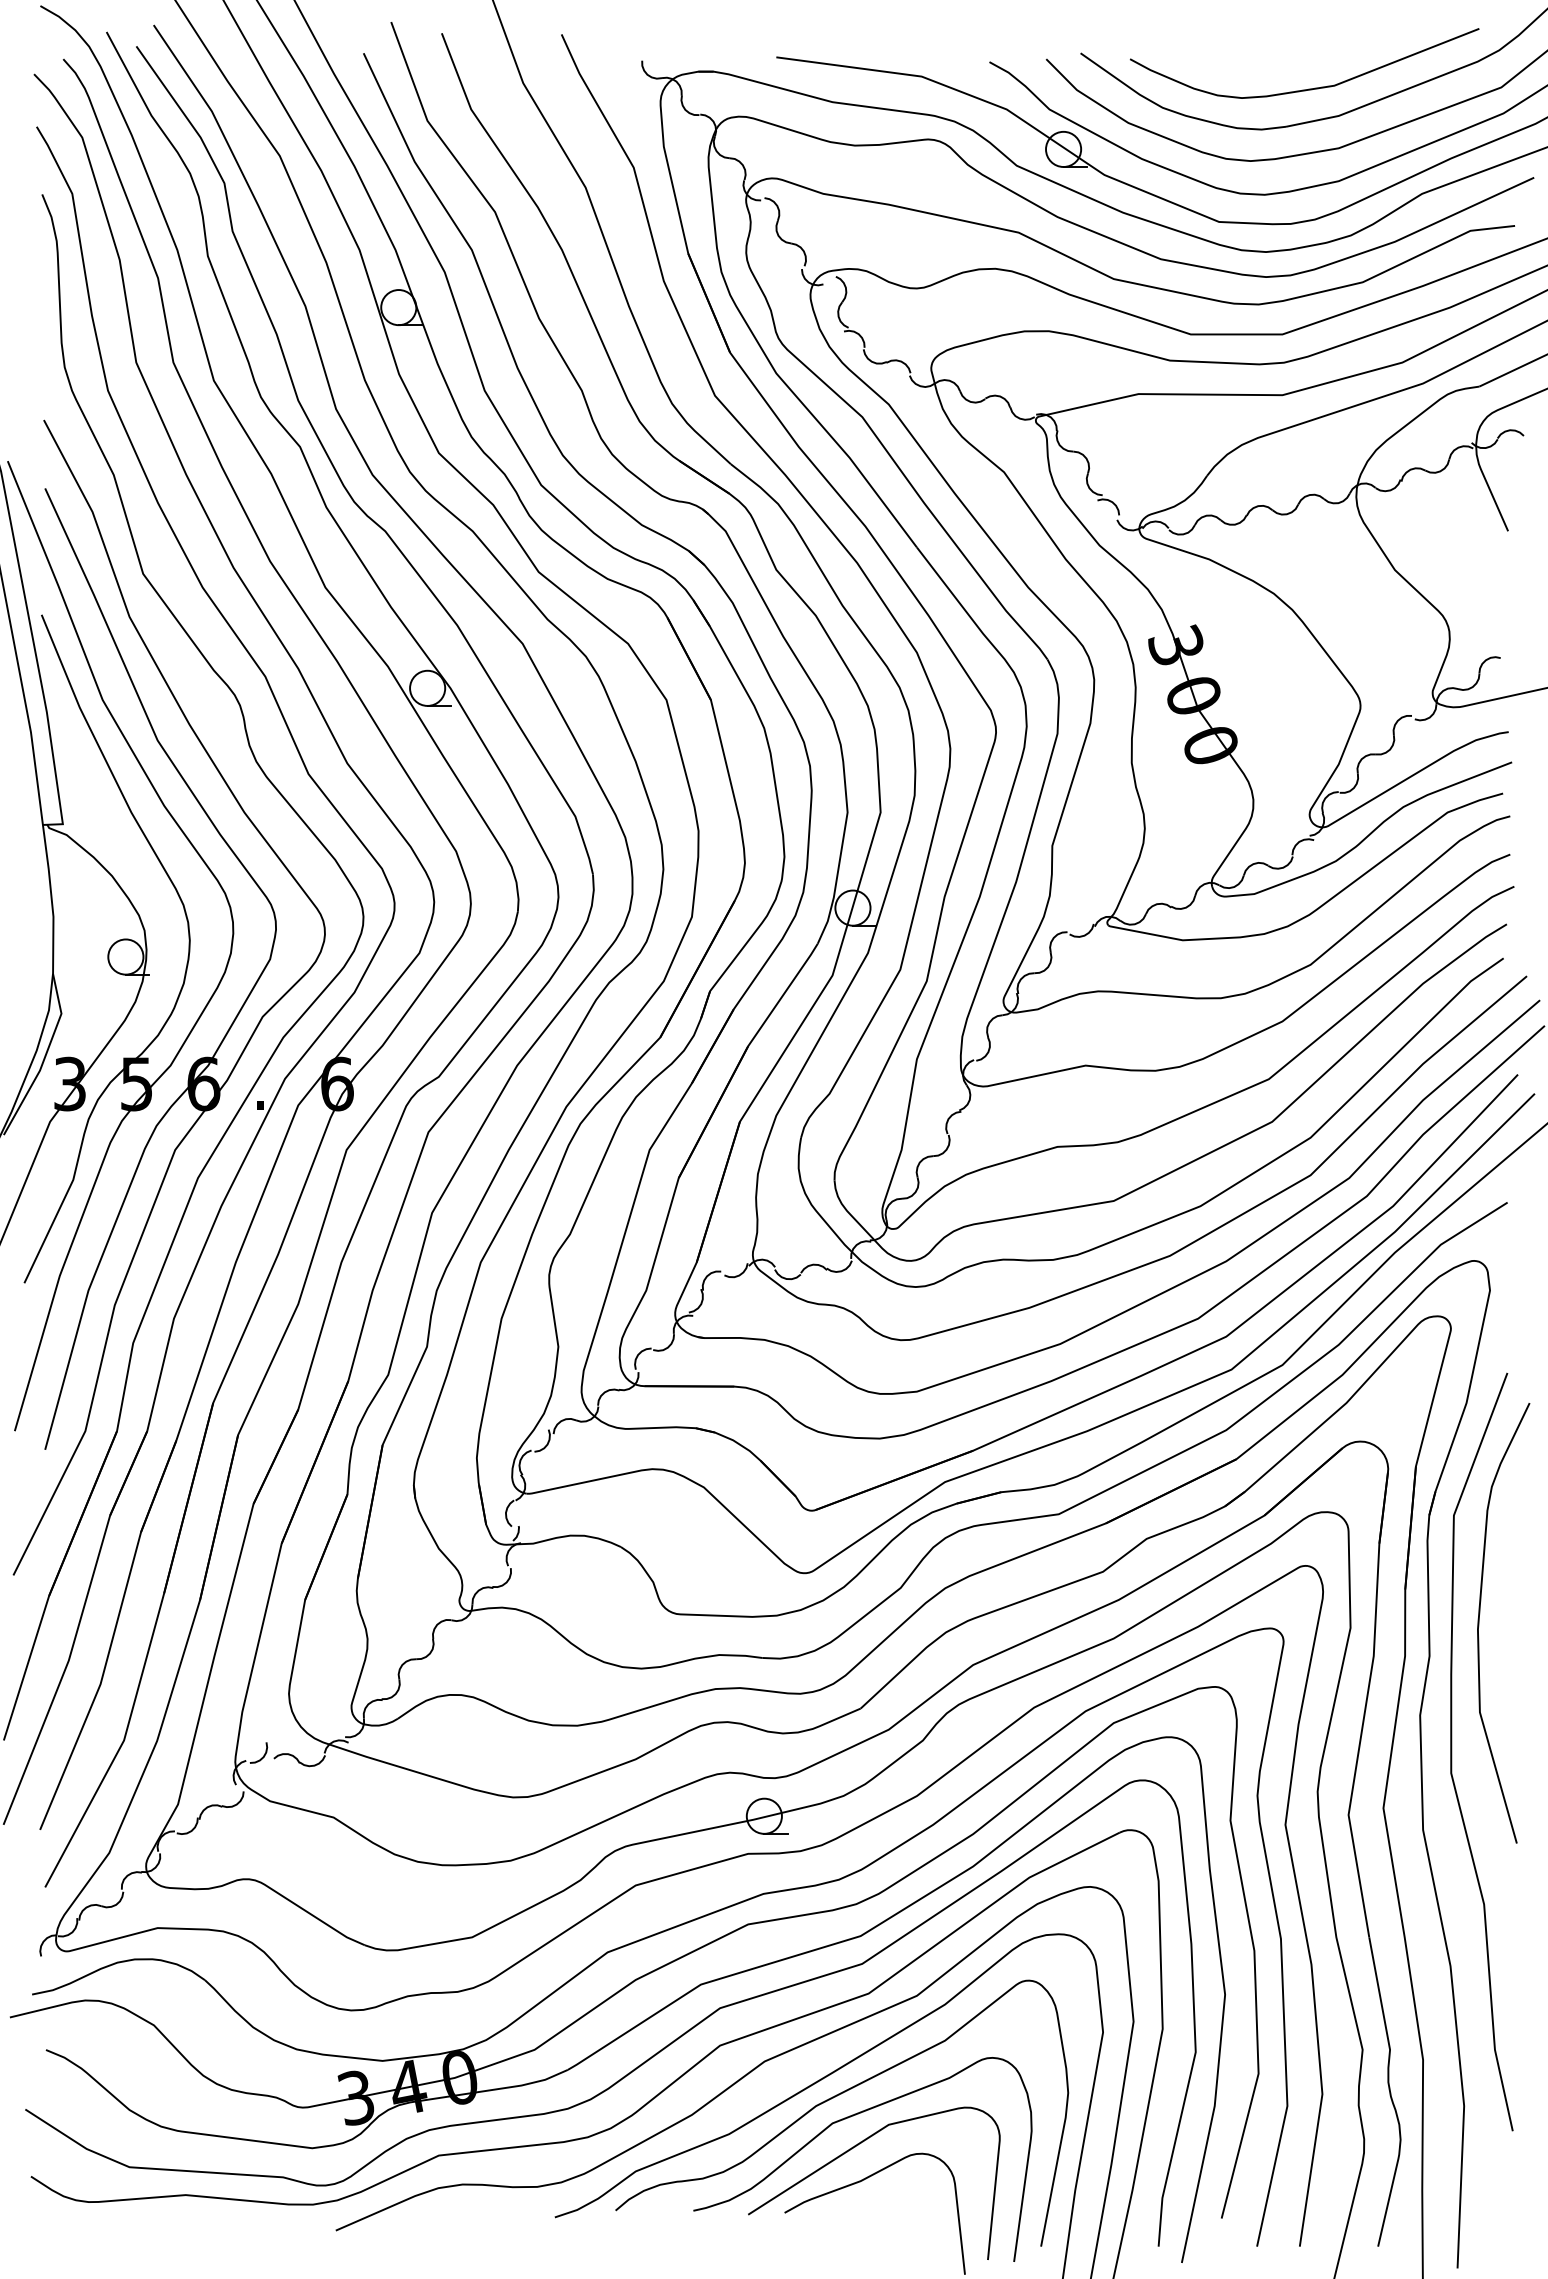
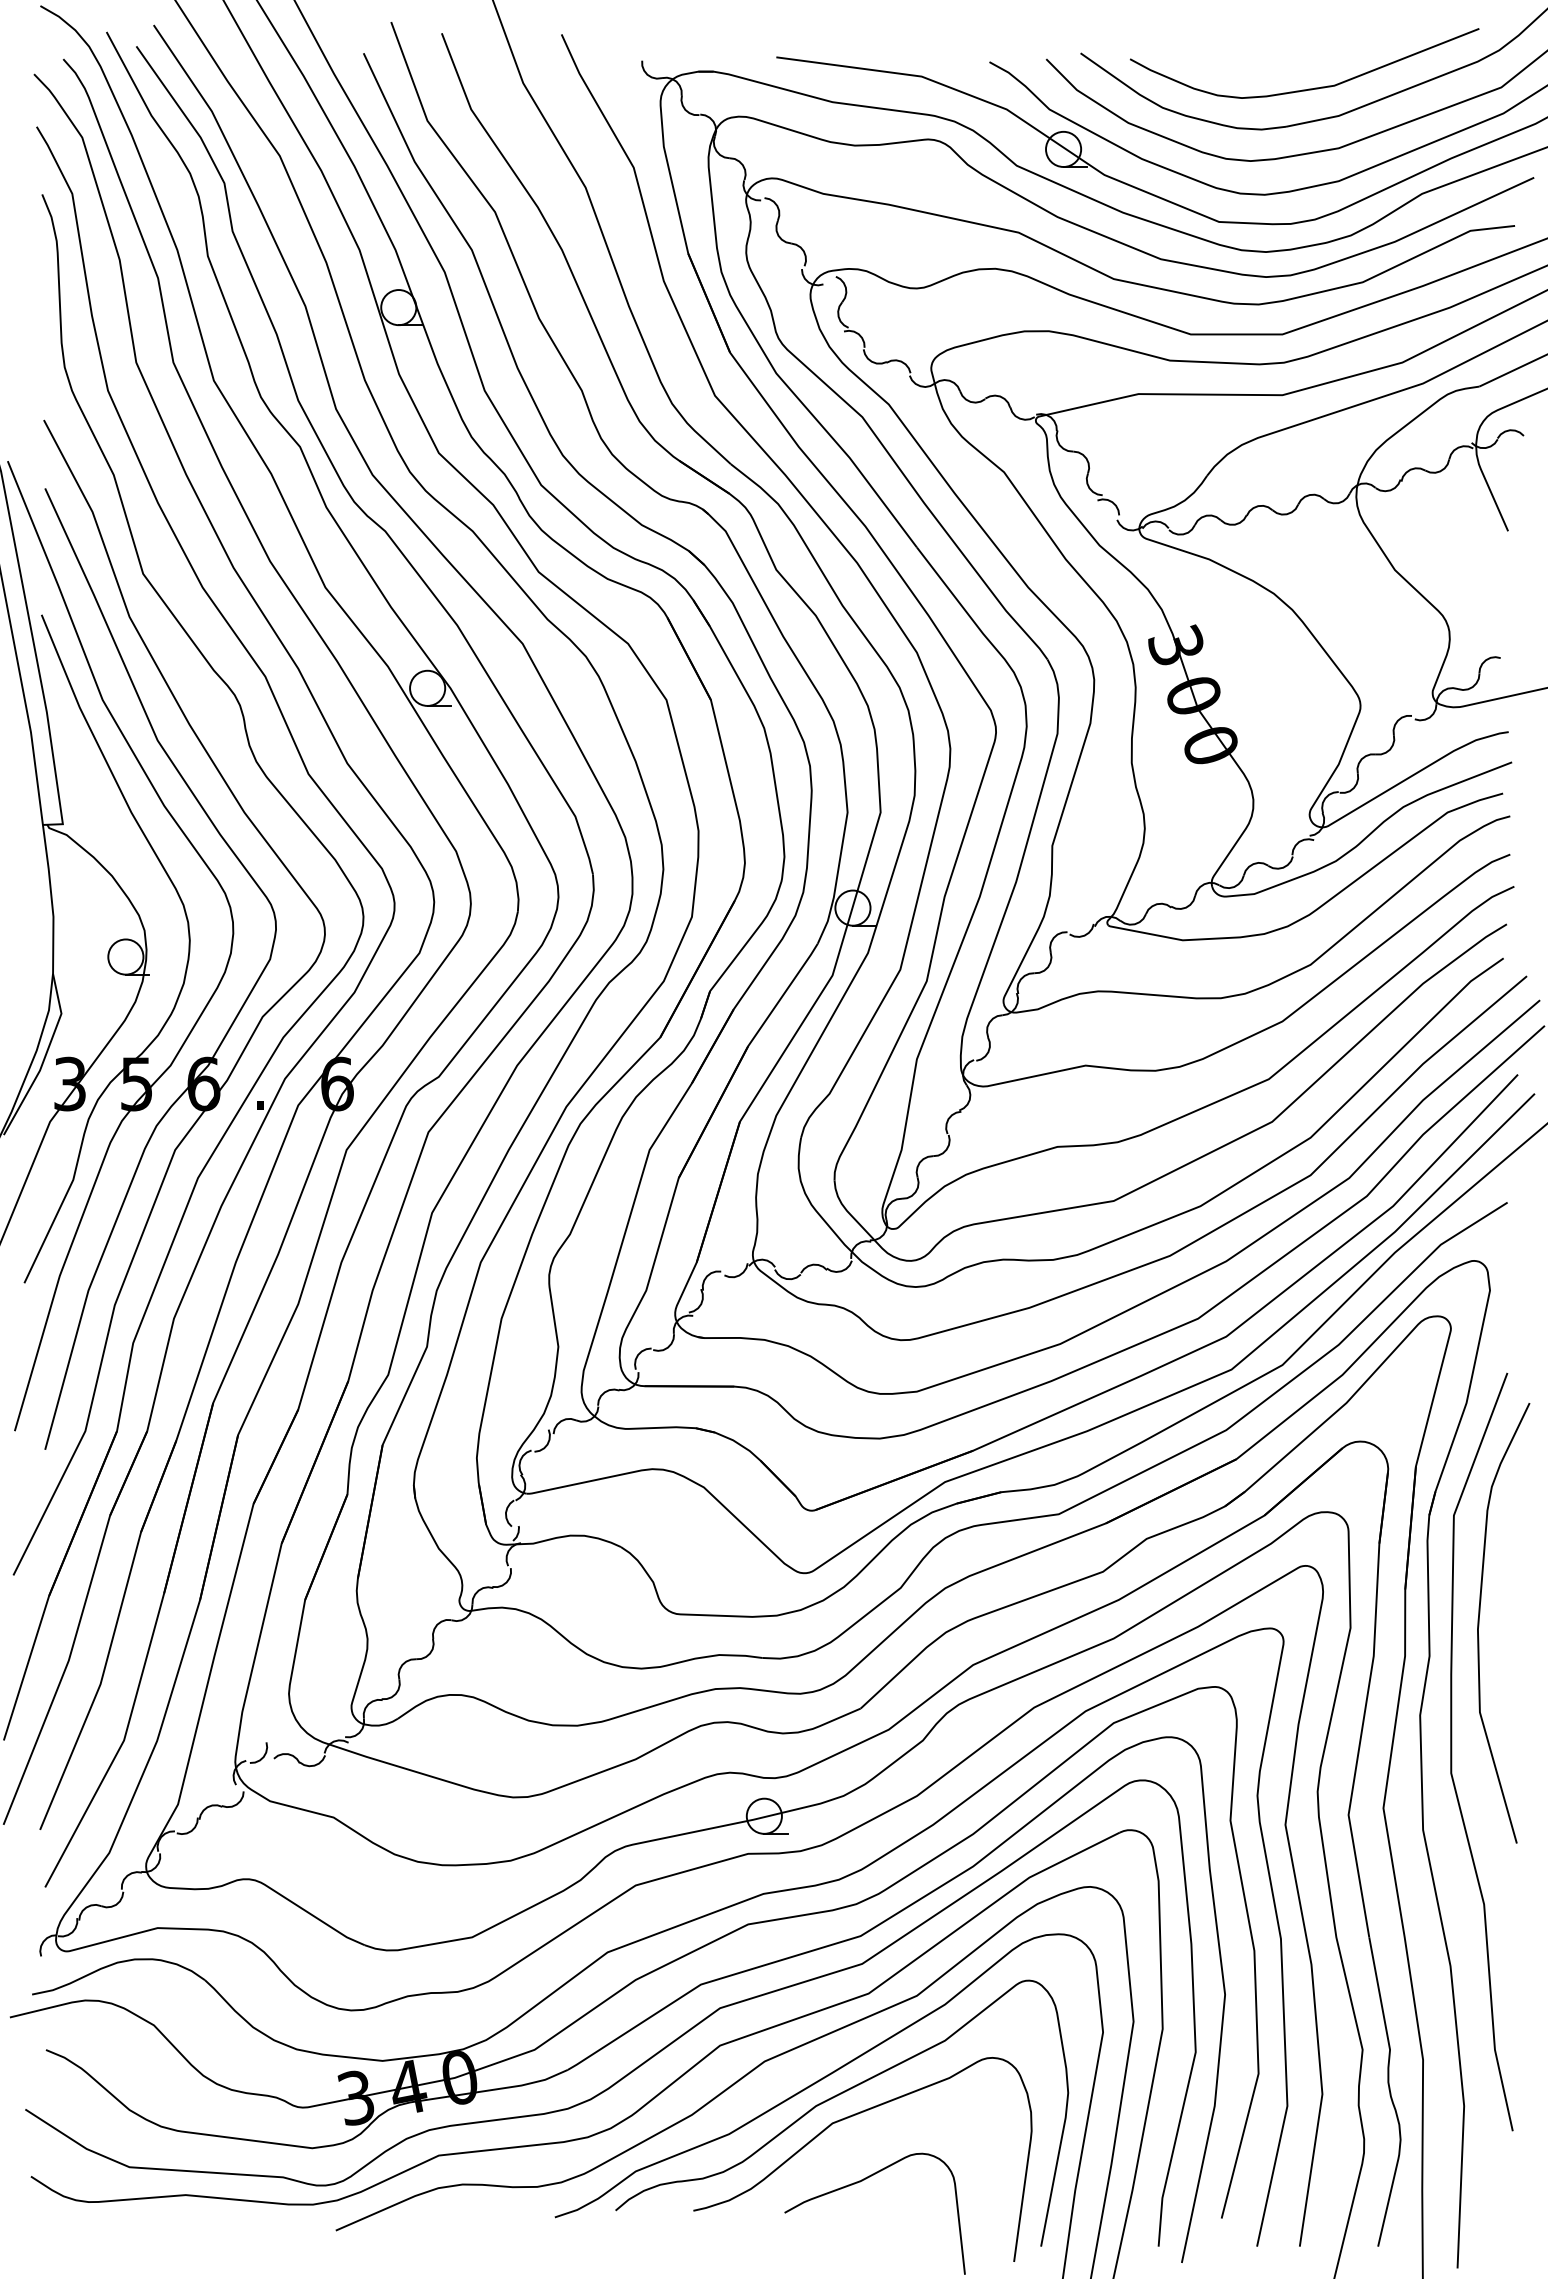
curve at (852, 2149): present -> none
